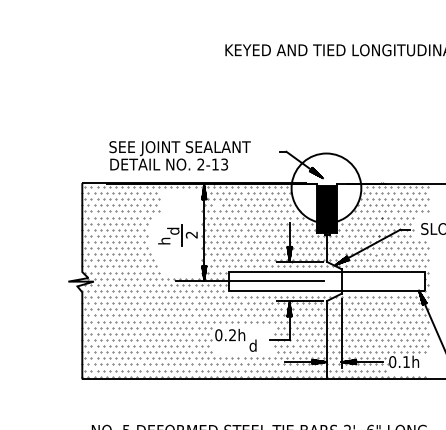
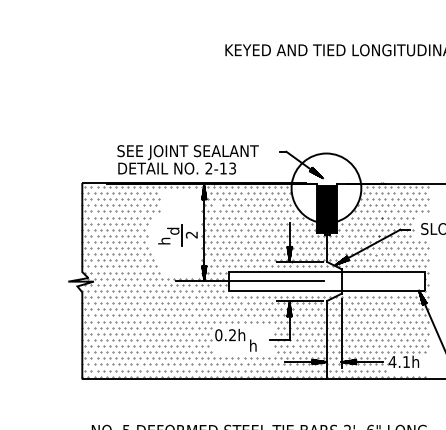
text at (179, 155) position: (179, 155) -> (187, 159)
text at (252, 345): d -> h
text at (392, 362): 0.1h -> 4.1h
